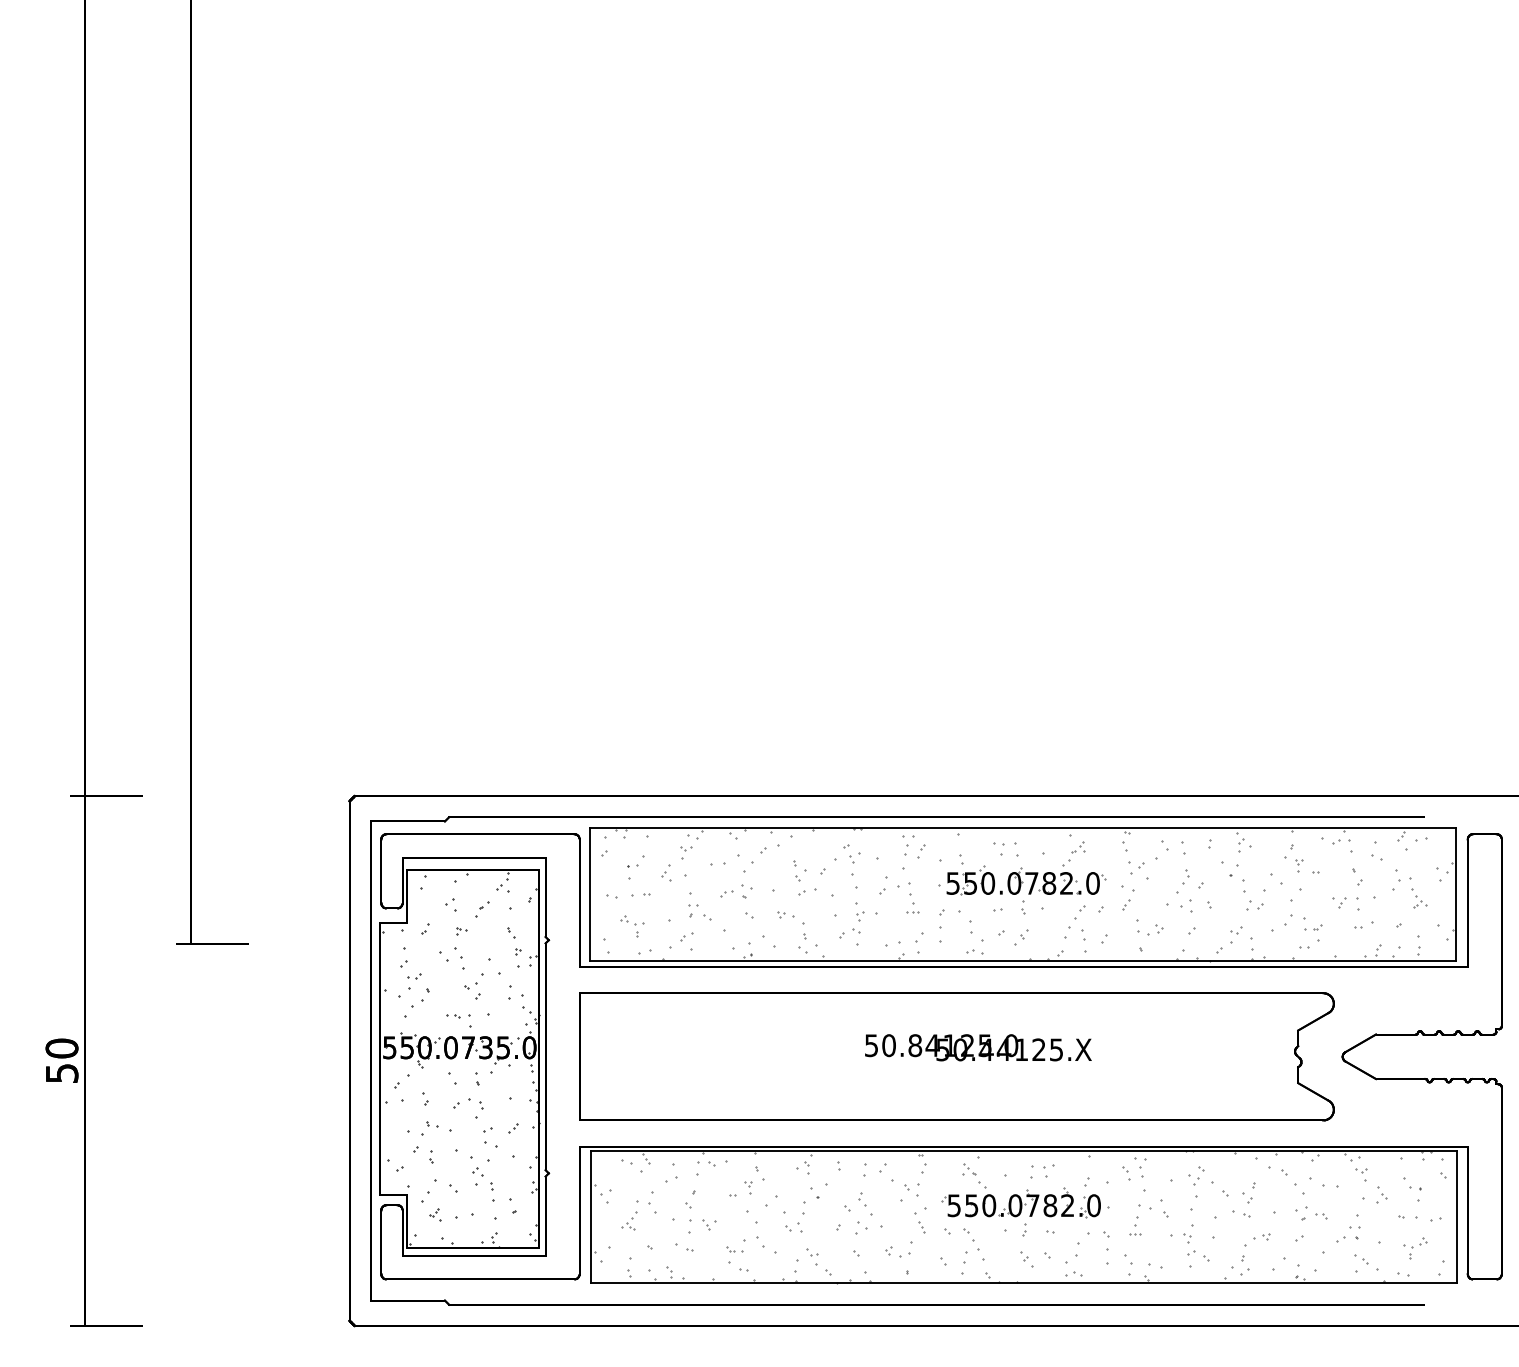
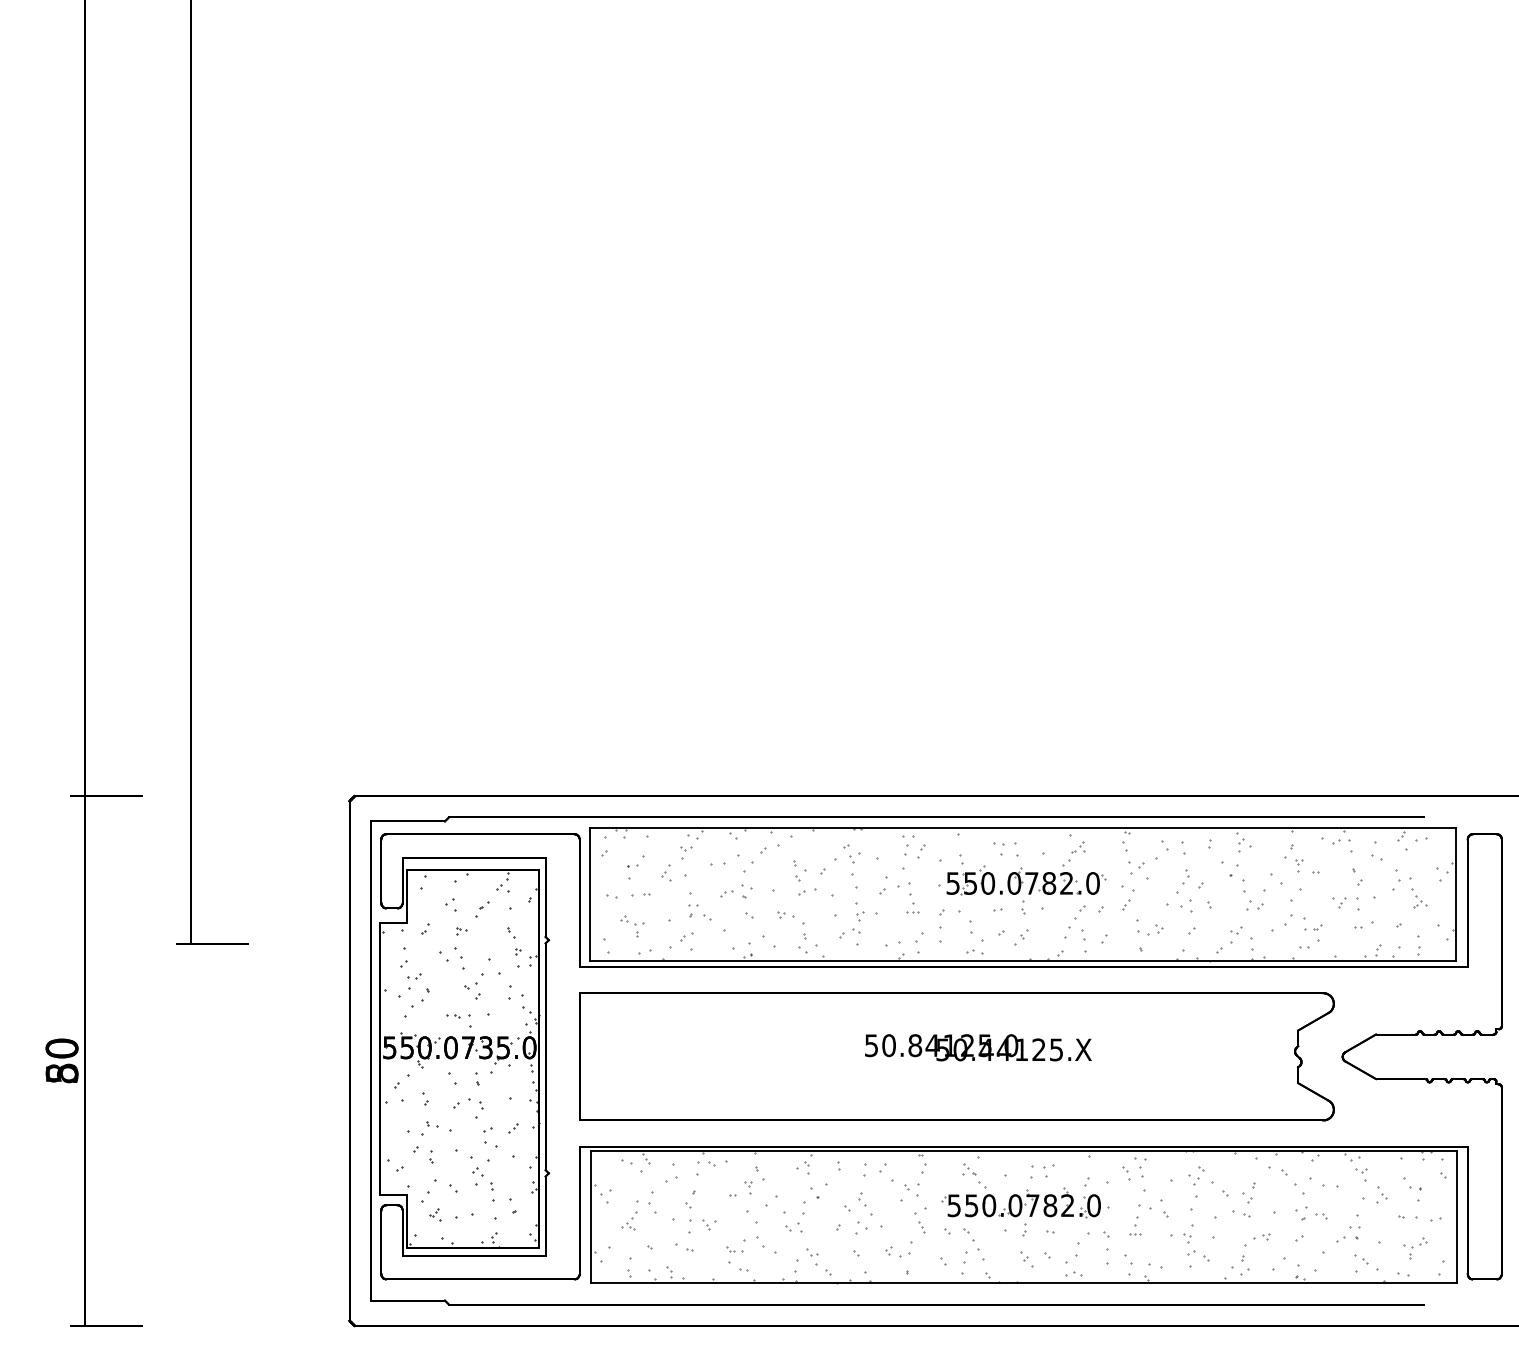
text at (61, 1073): 50 -> 80
